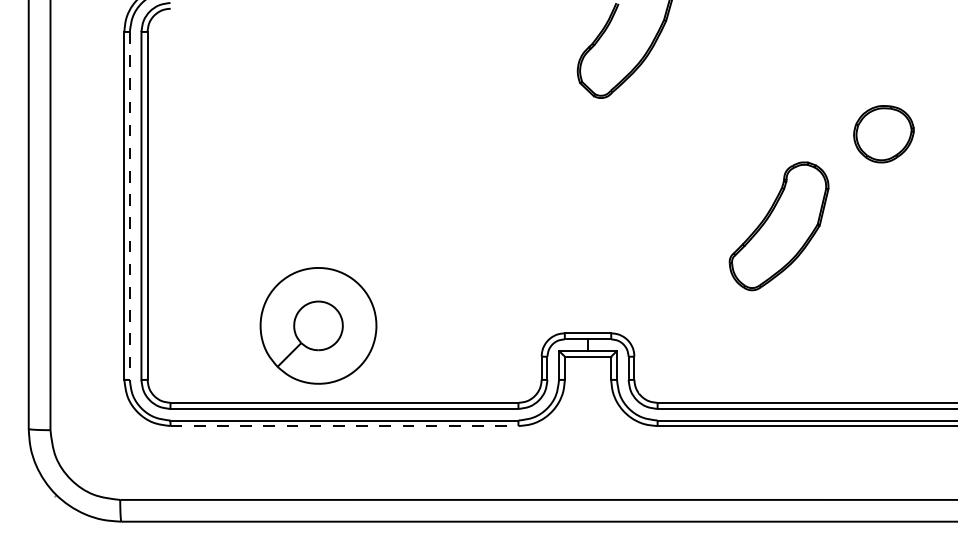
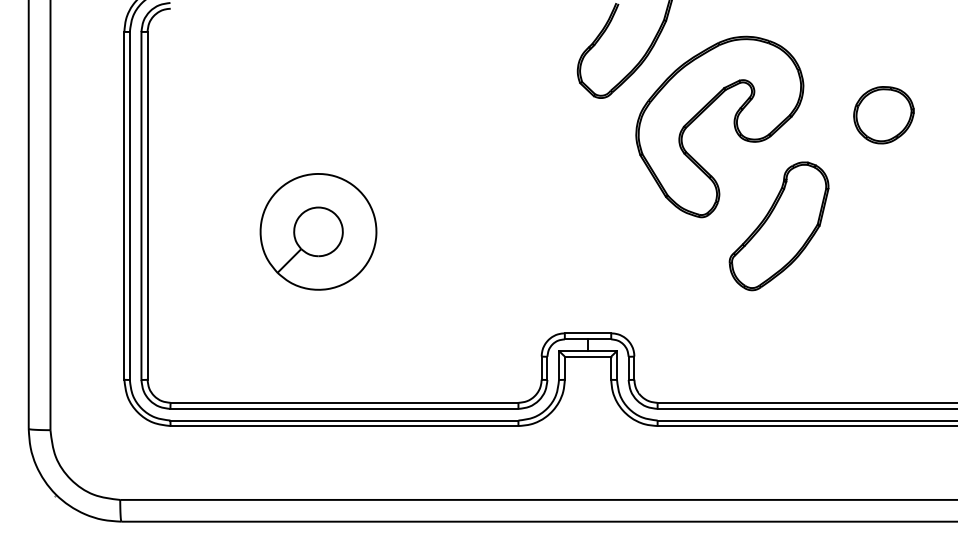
part at (733, 125): none -> present
part at (883, 134) position: (883, 134) -> (883, 115)
line at (129, 205): dashed -> solid
part at (318, 325) position: (318, 325) -> (318, 231)
line at (344, 426): dashed -> solid
